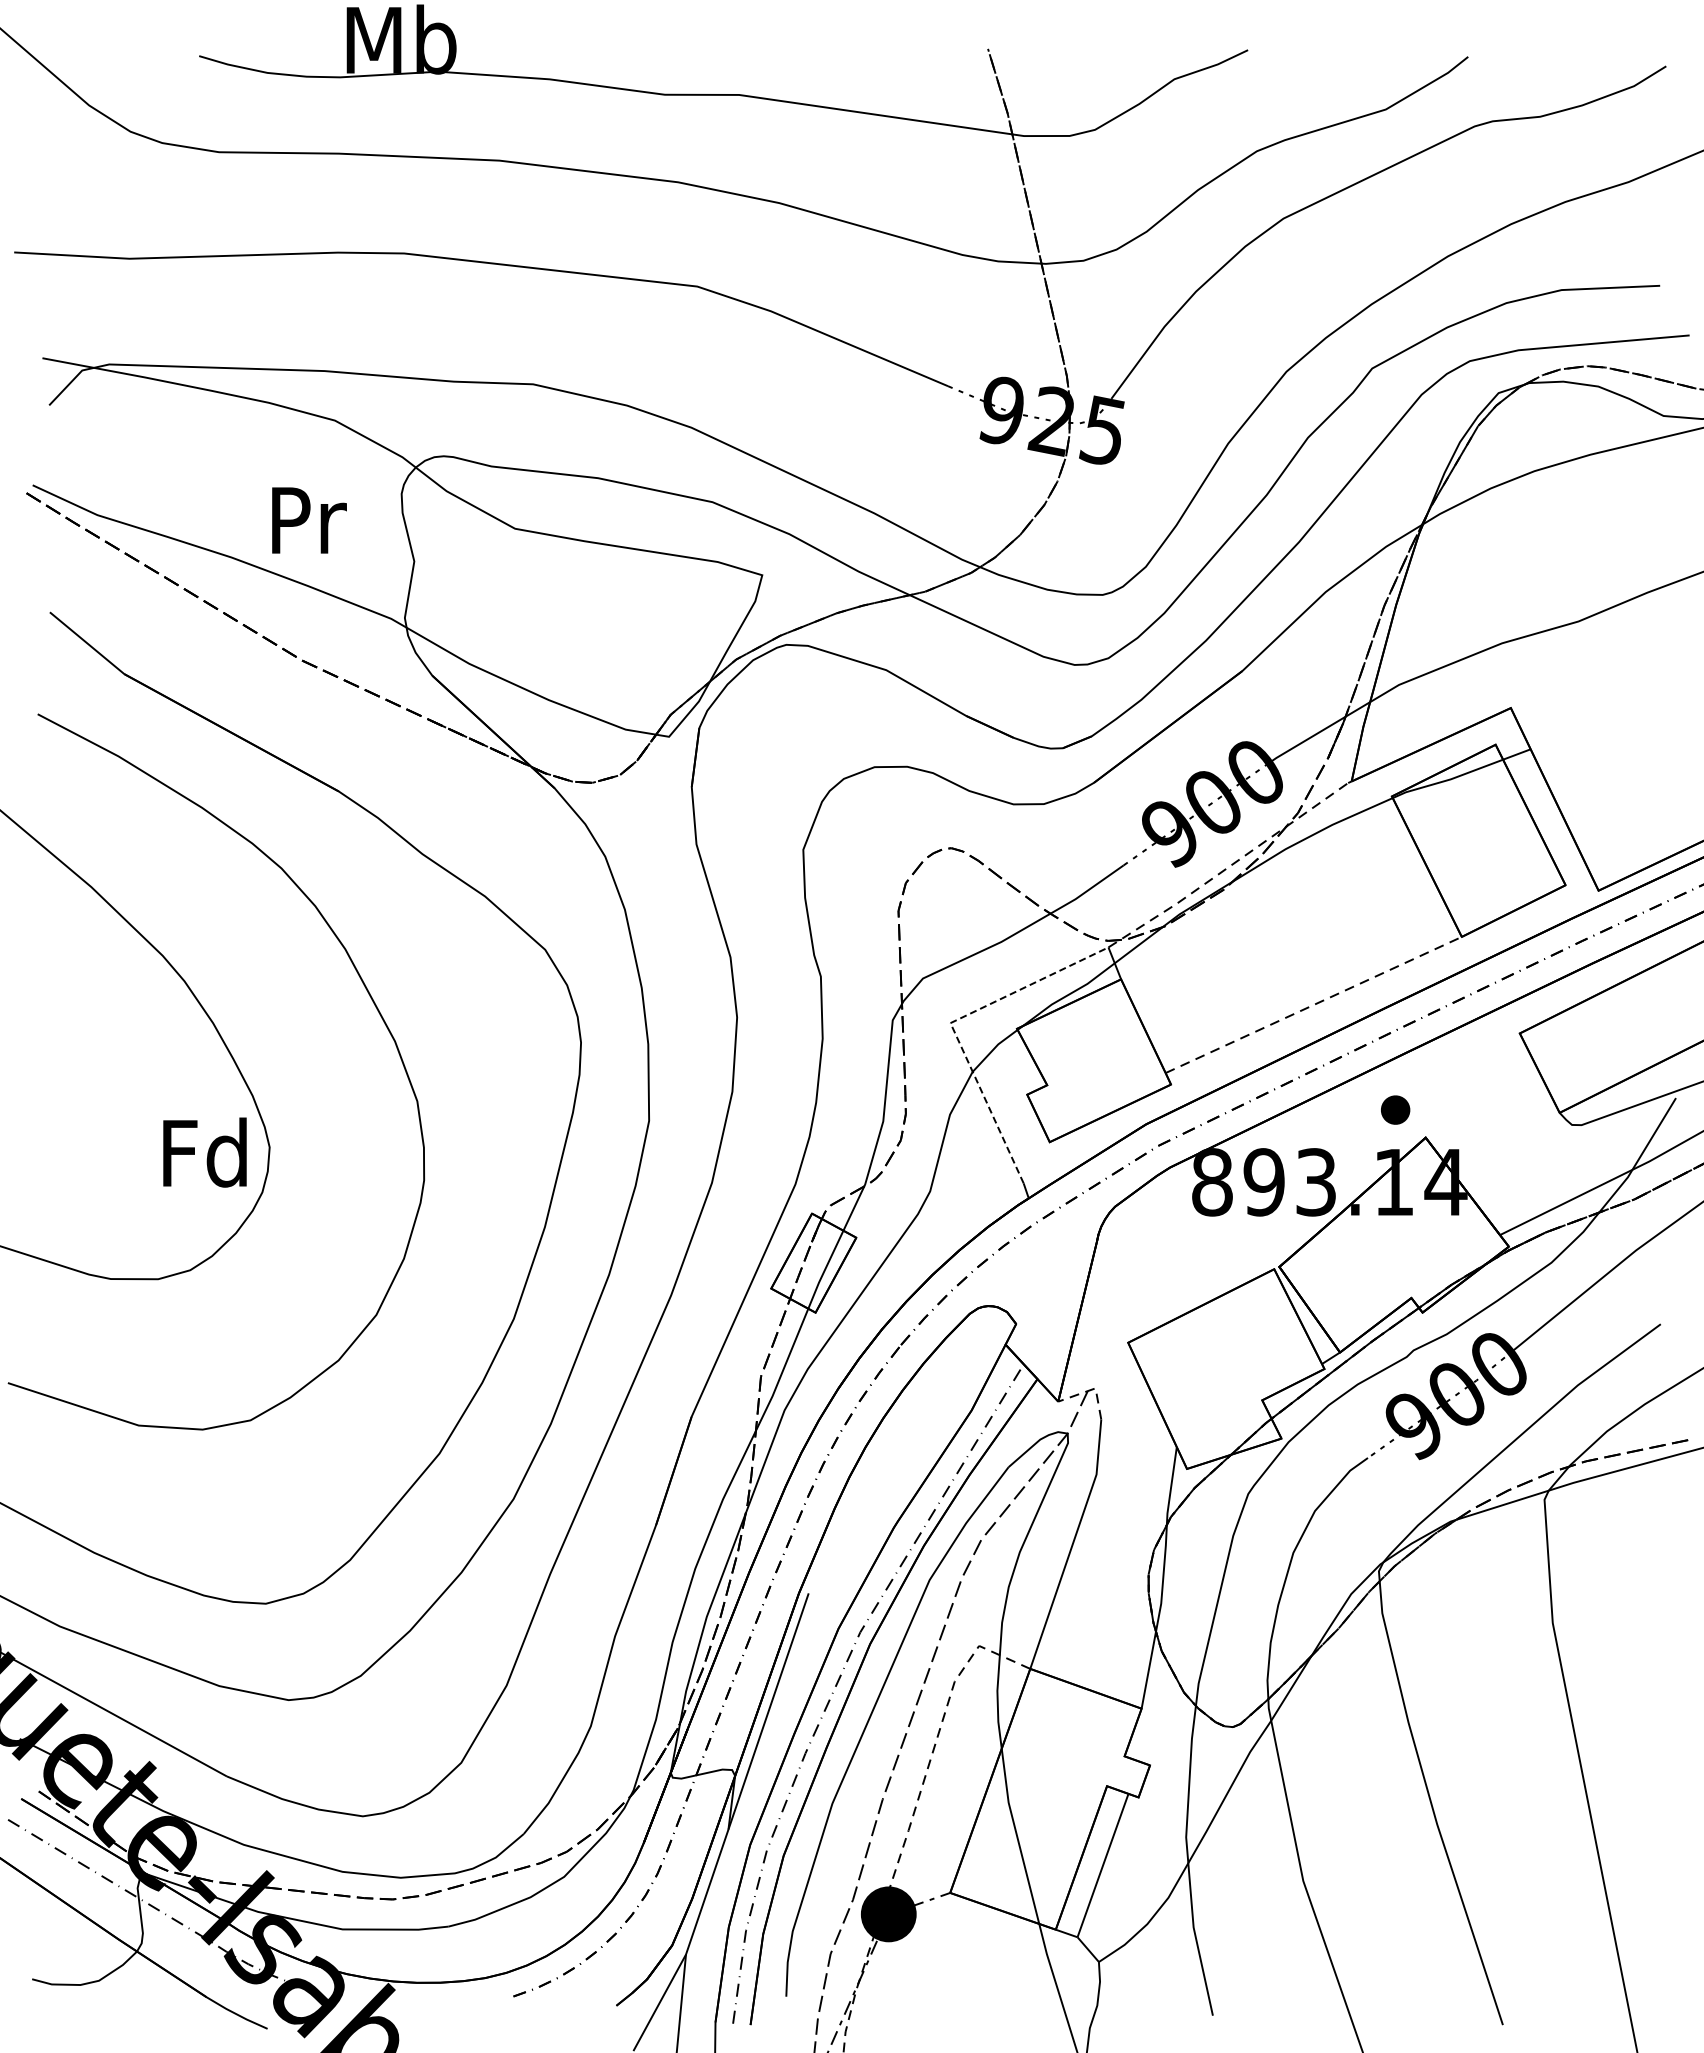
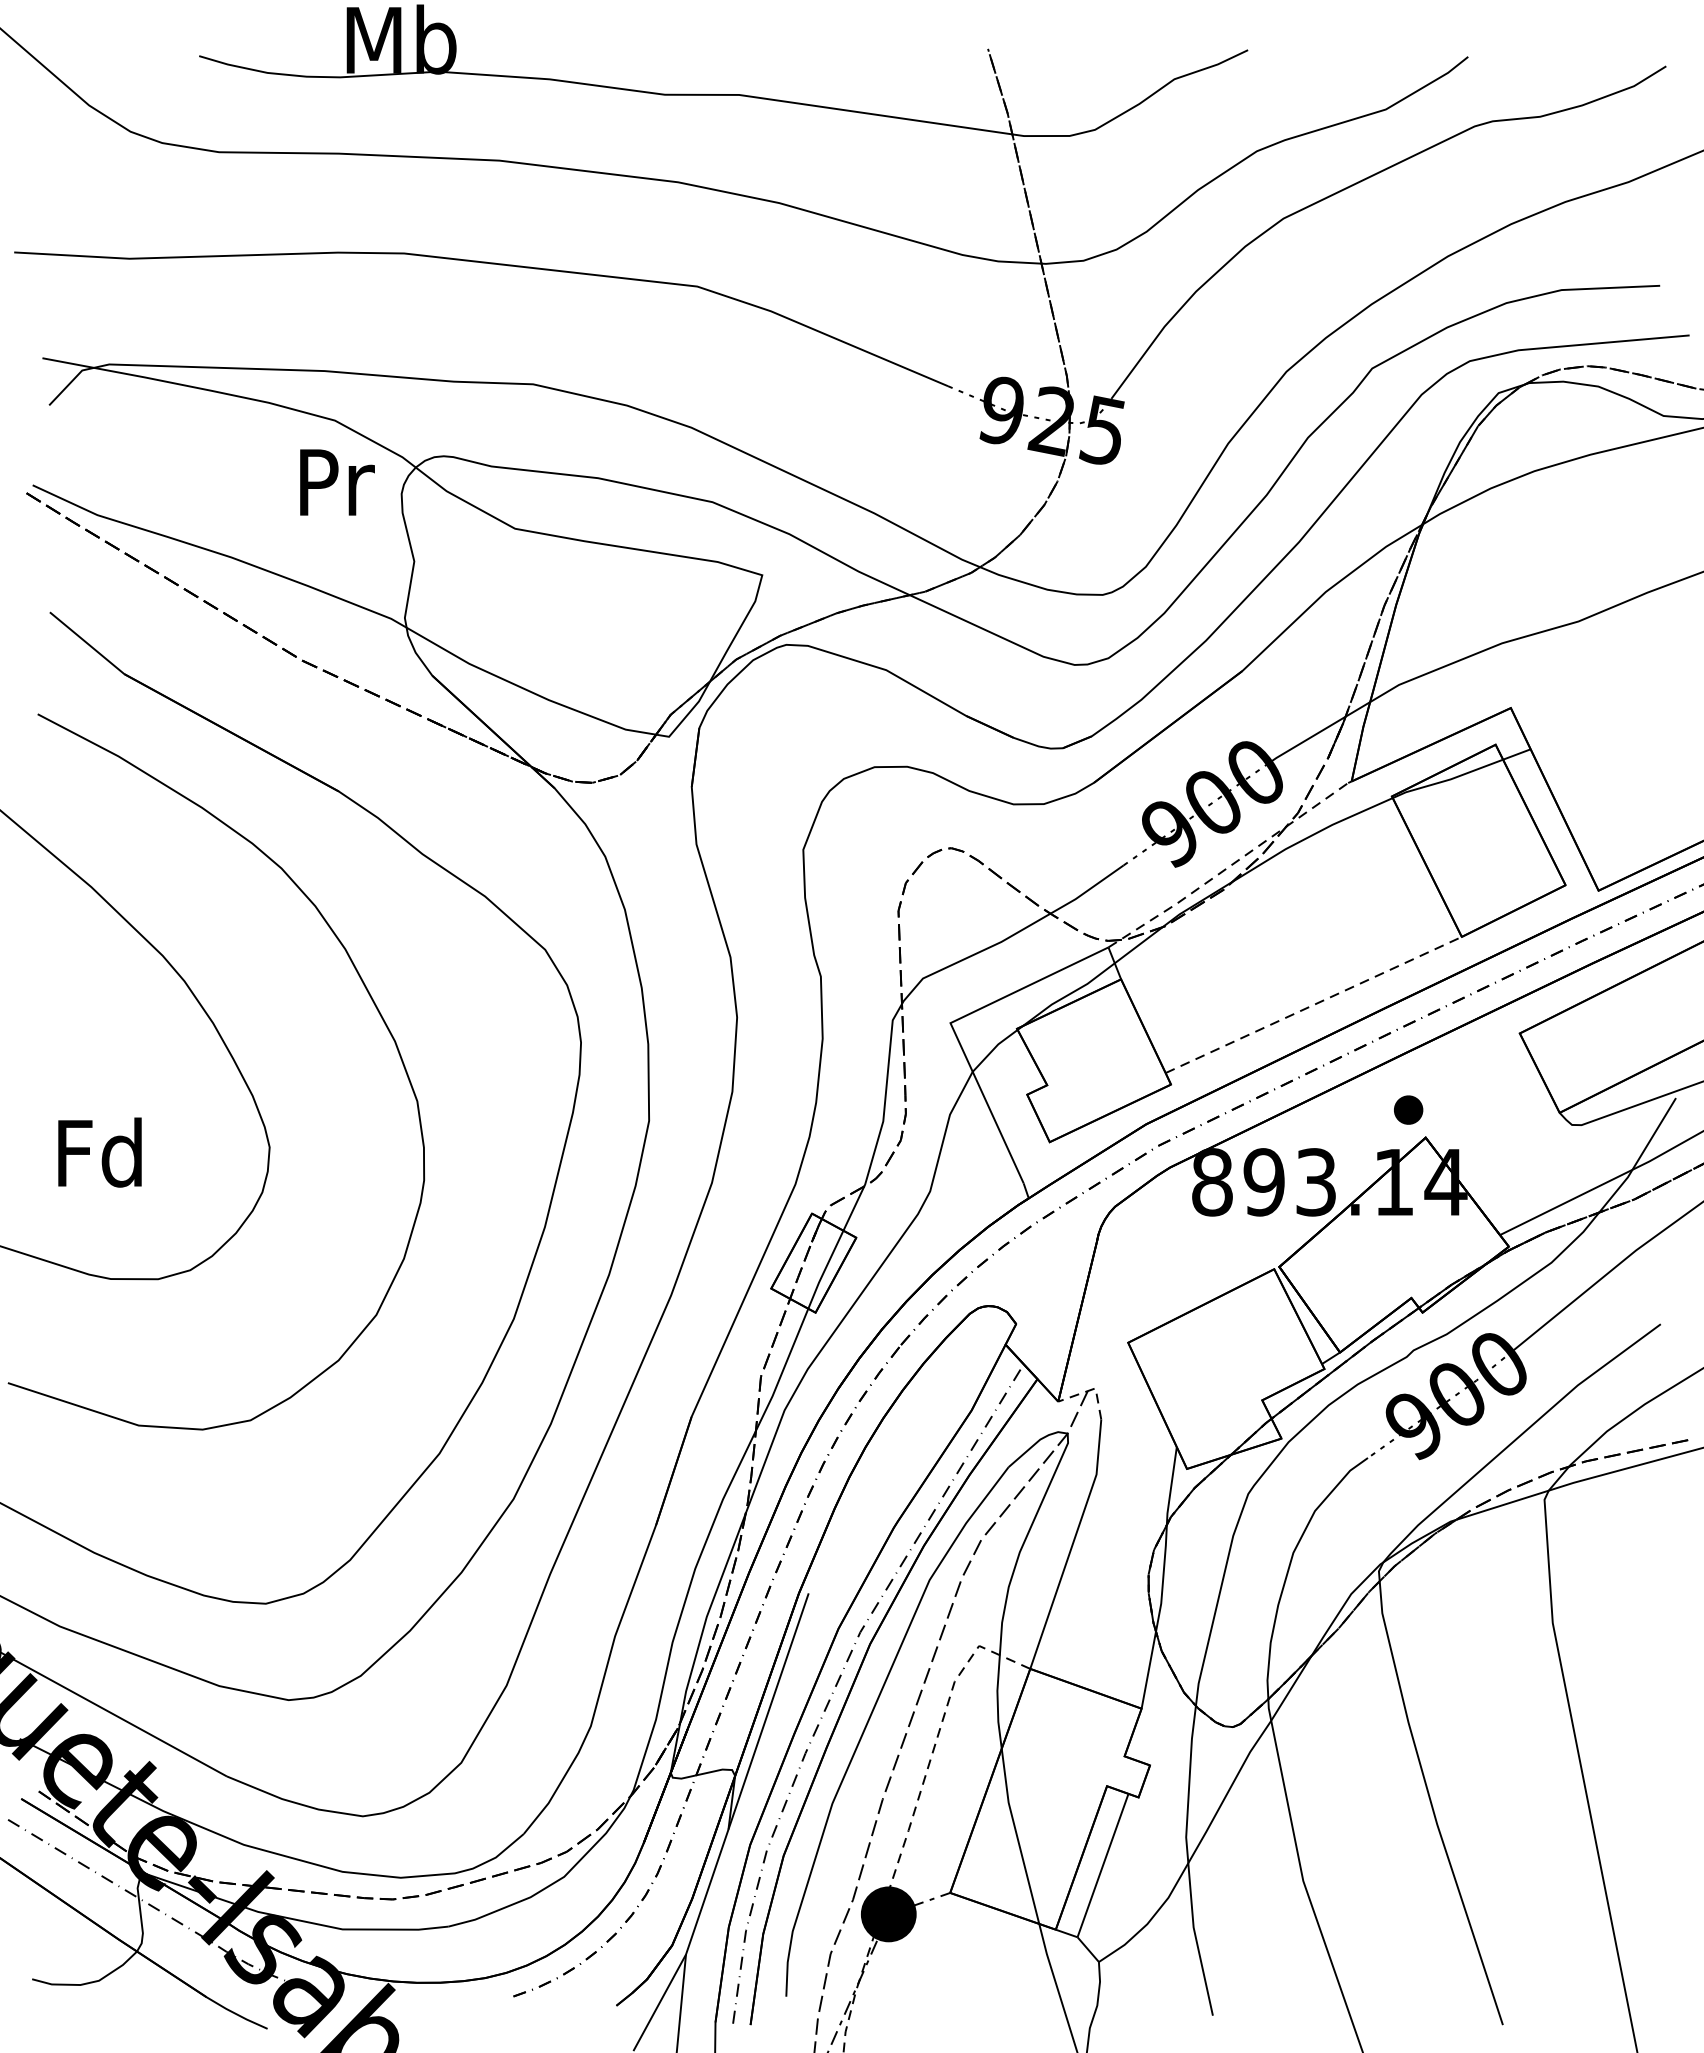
text at (309, 520) position: (309, 520) -> (337, 482)
line at (950, 1023): dashed -> solid
part at (1395, 1109) position: (1395, 1109) -> (1408, 1109)
text at (204, 1152) position: (204, 1152) -> (99, 1152)
